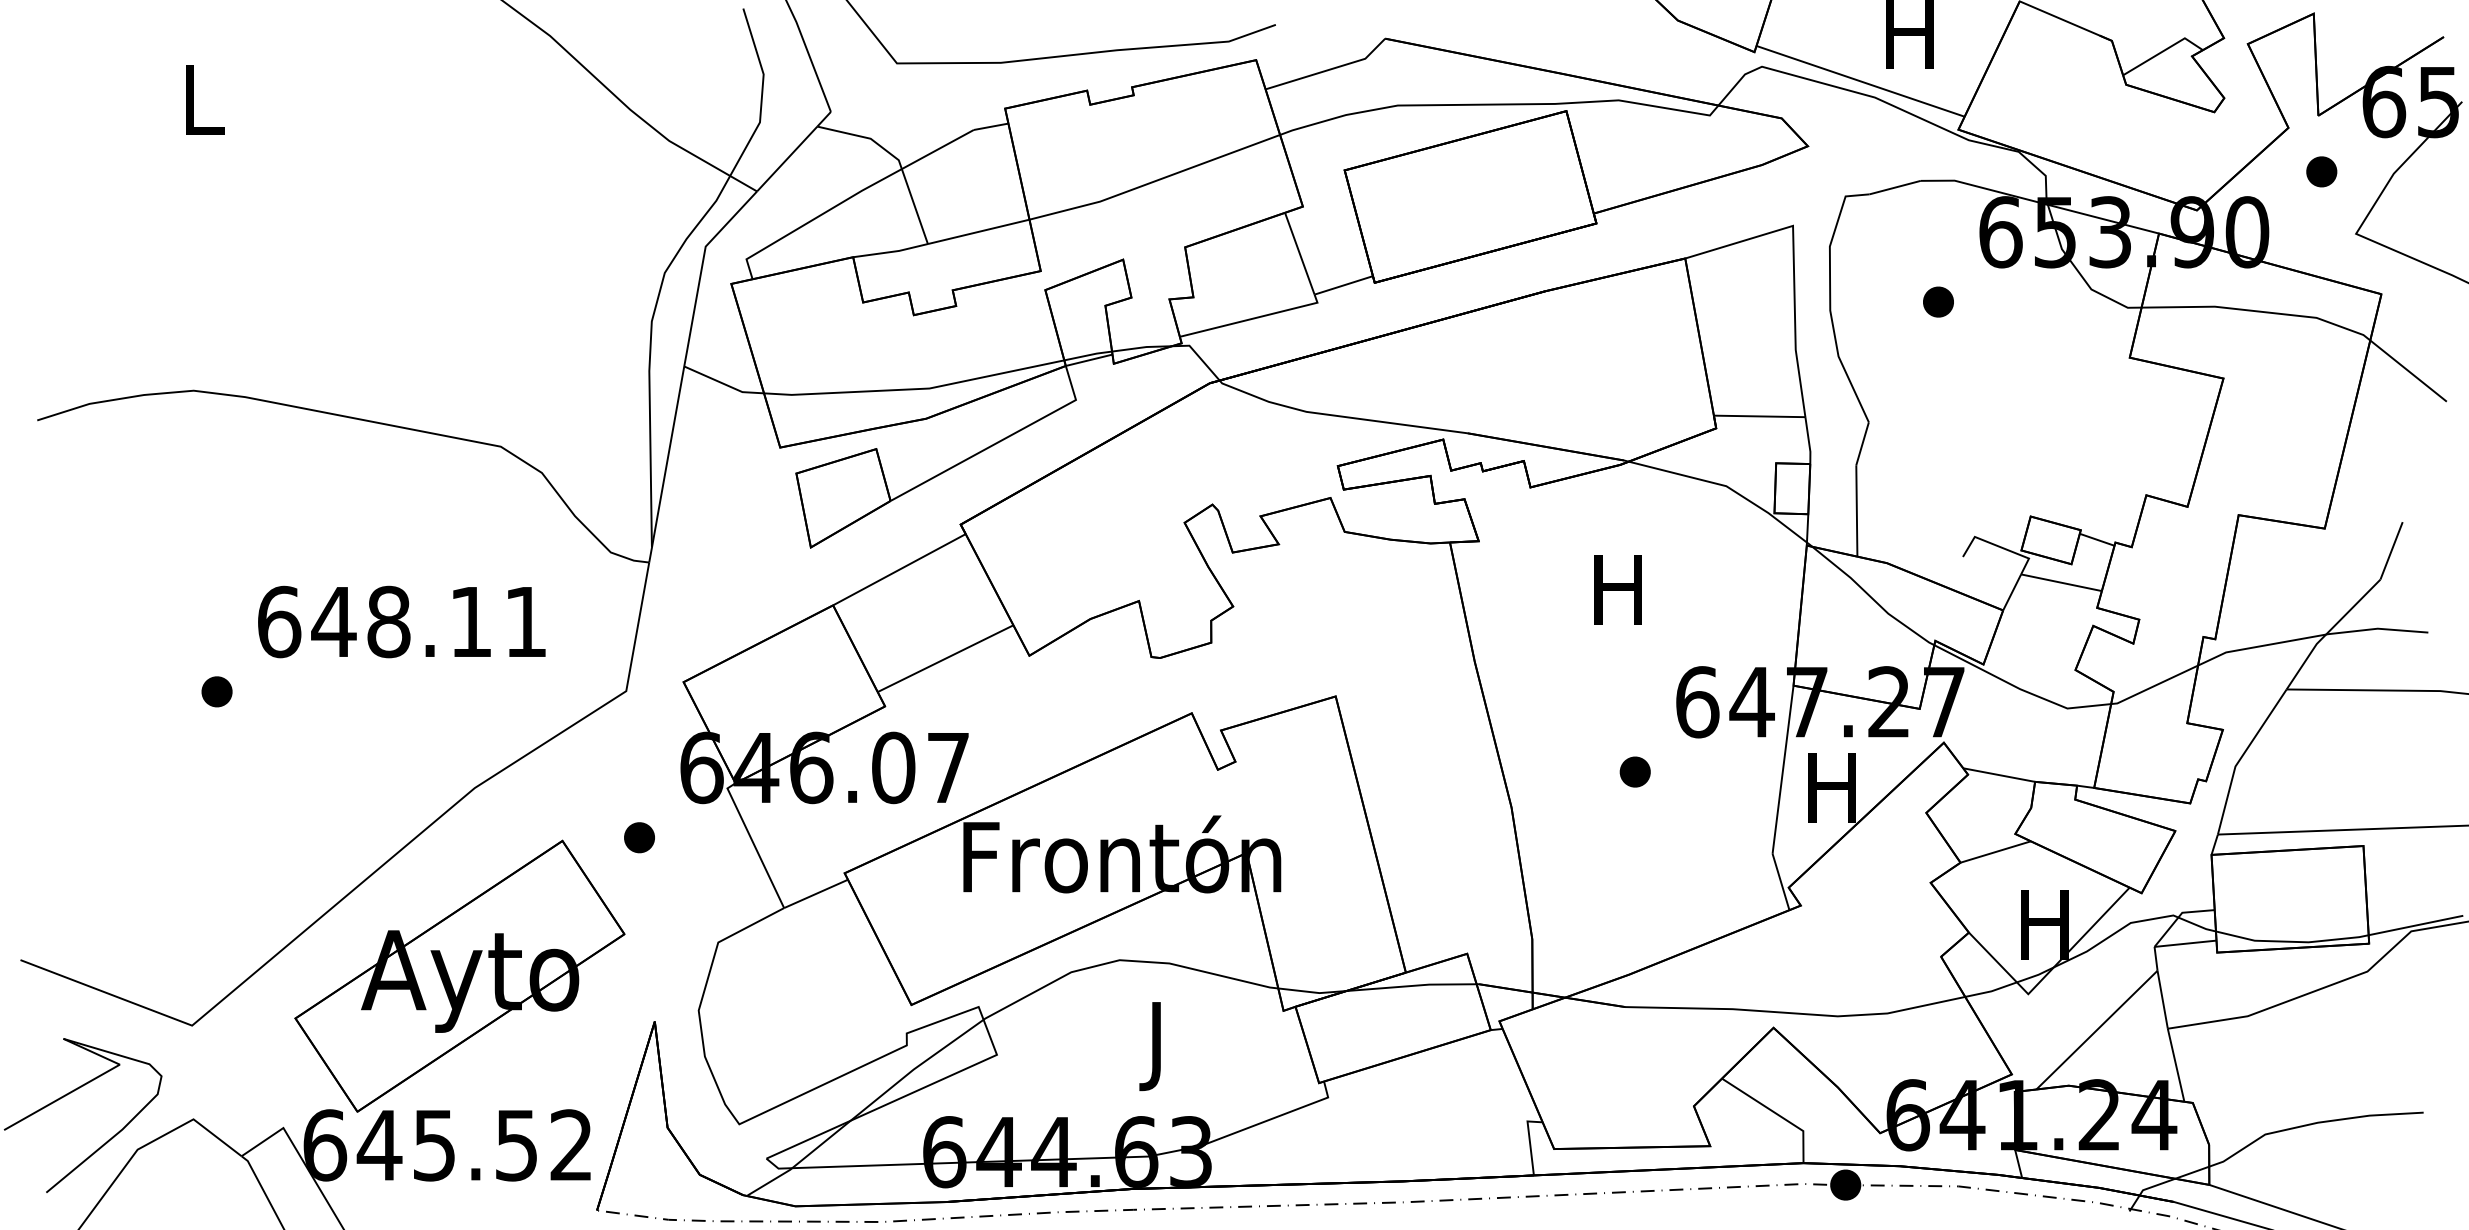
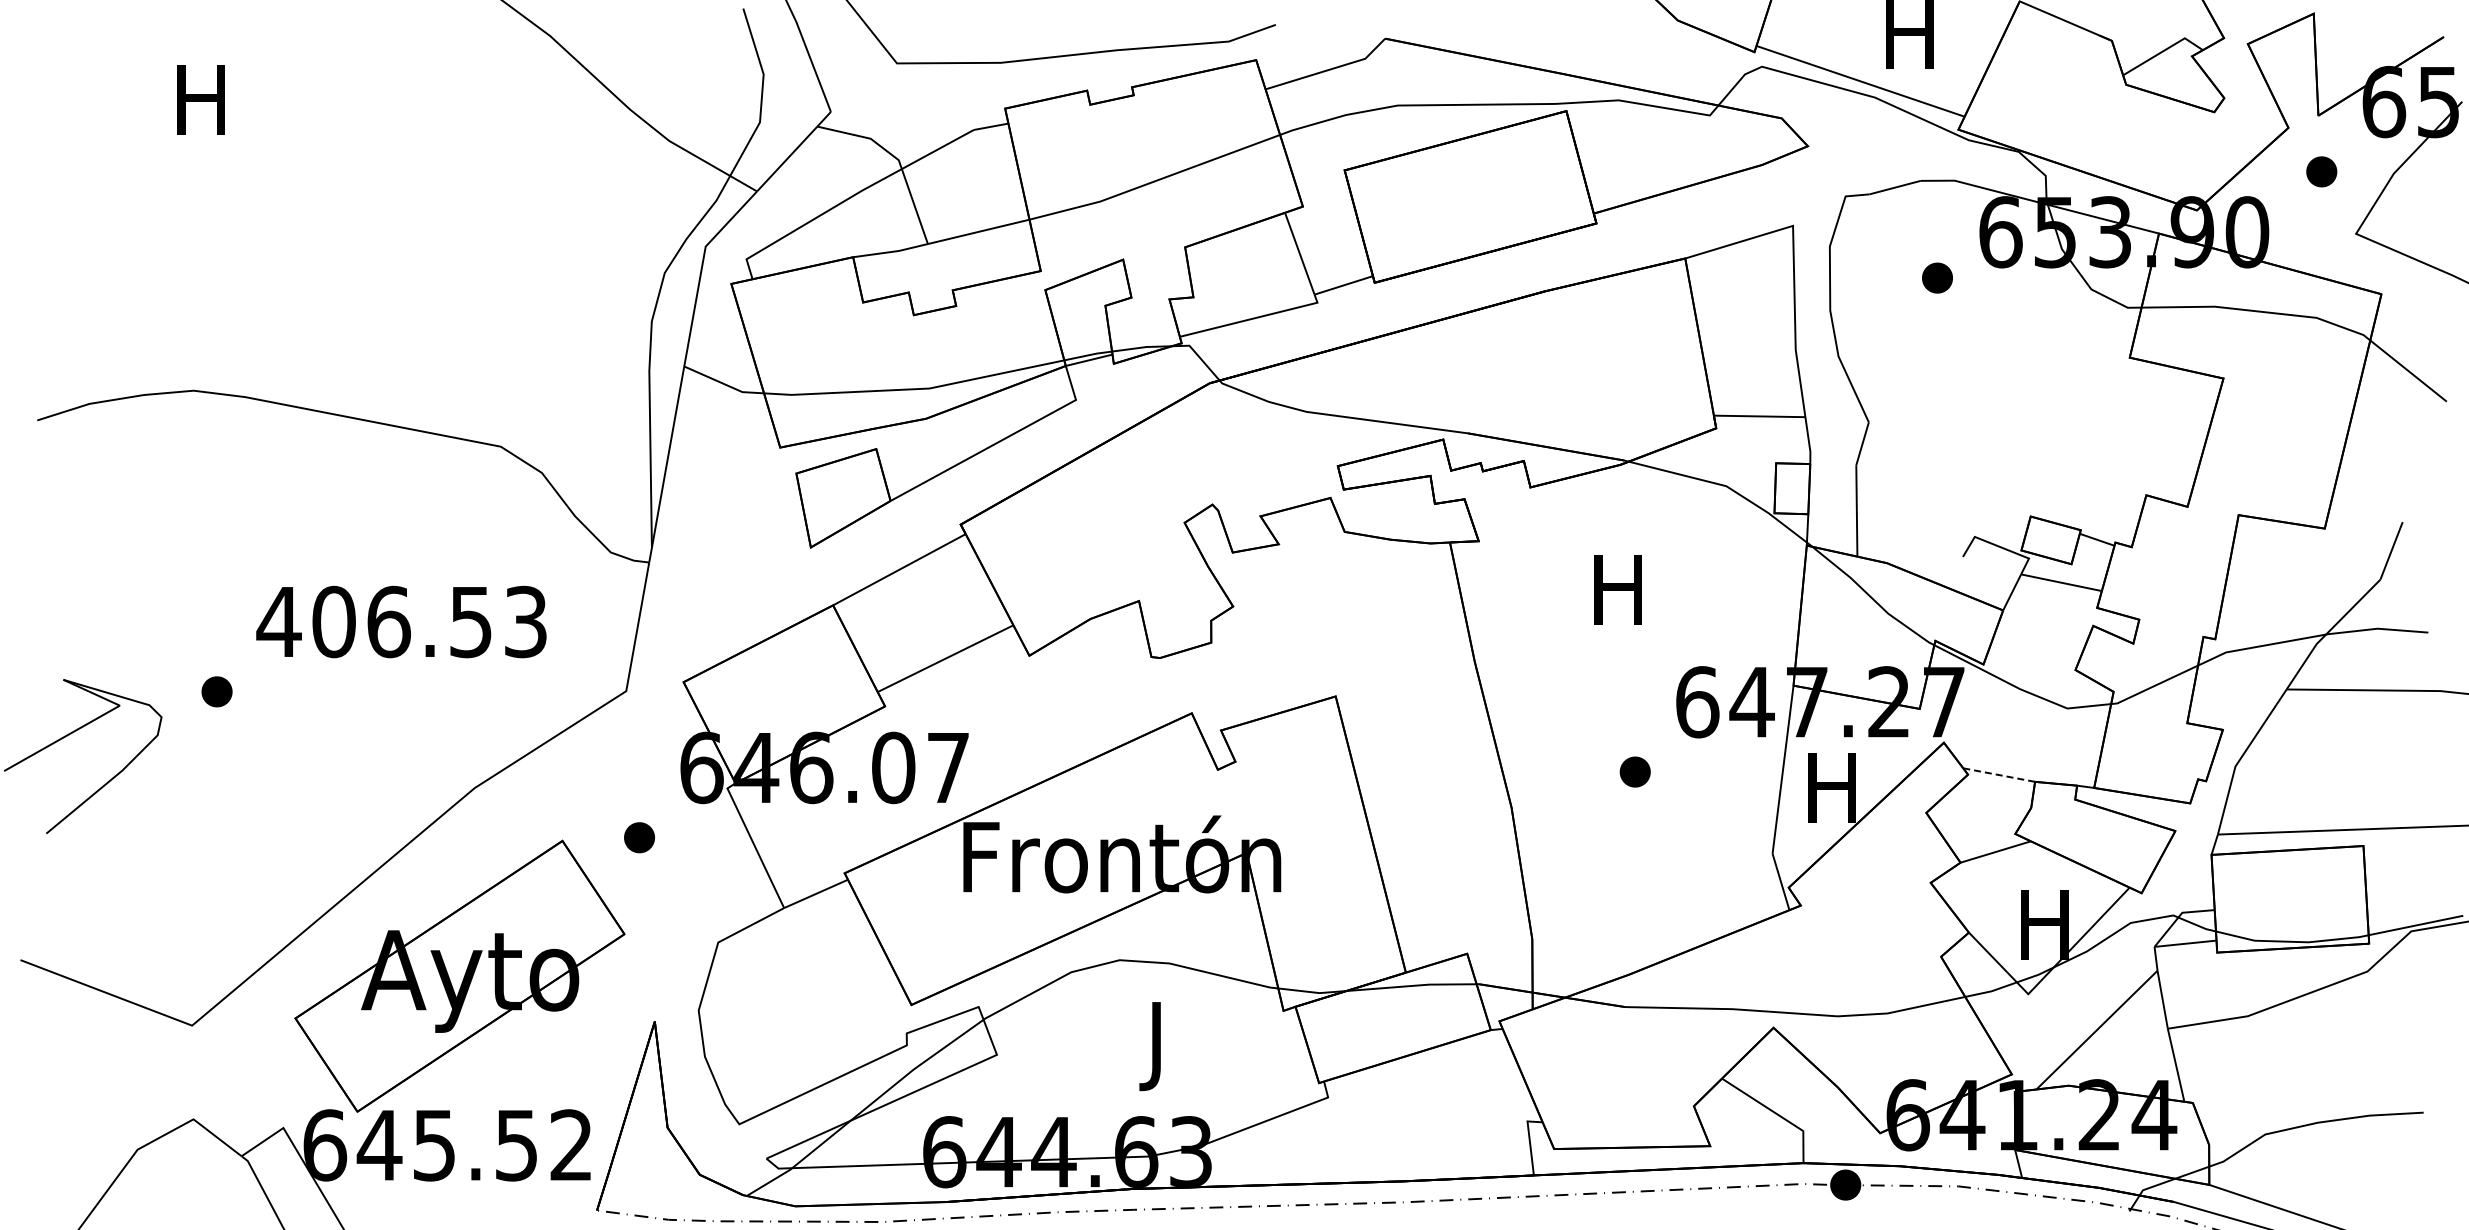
text at (200, 99): L -> H
part at (1938, 301) position: (1938, 301) -> (1937, 277)
text at (401, 621): 648.11 -> 406.53
line at (1999, 775): solid -> dashed
part at (71, 1093) position: (71, 1093) -> (71, 734)
